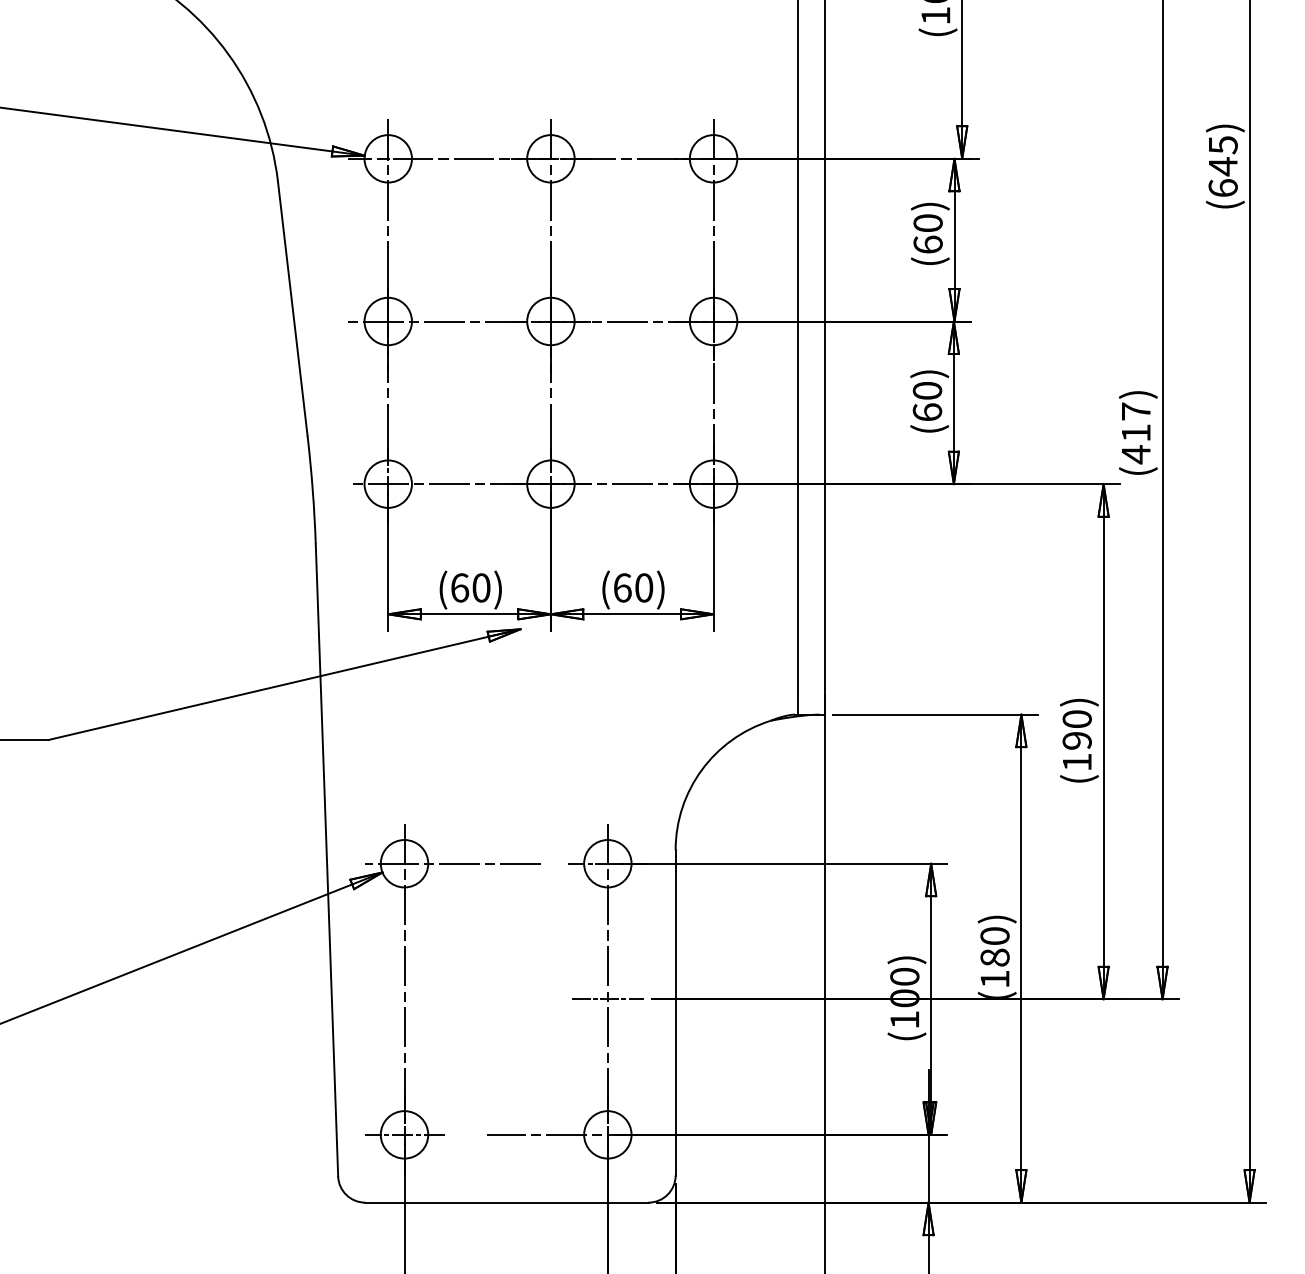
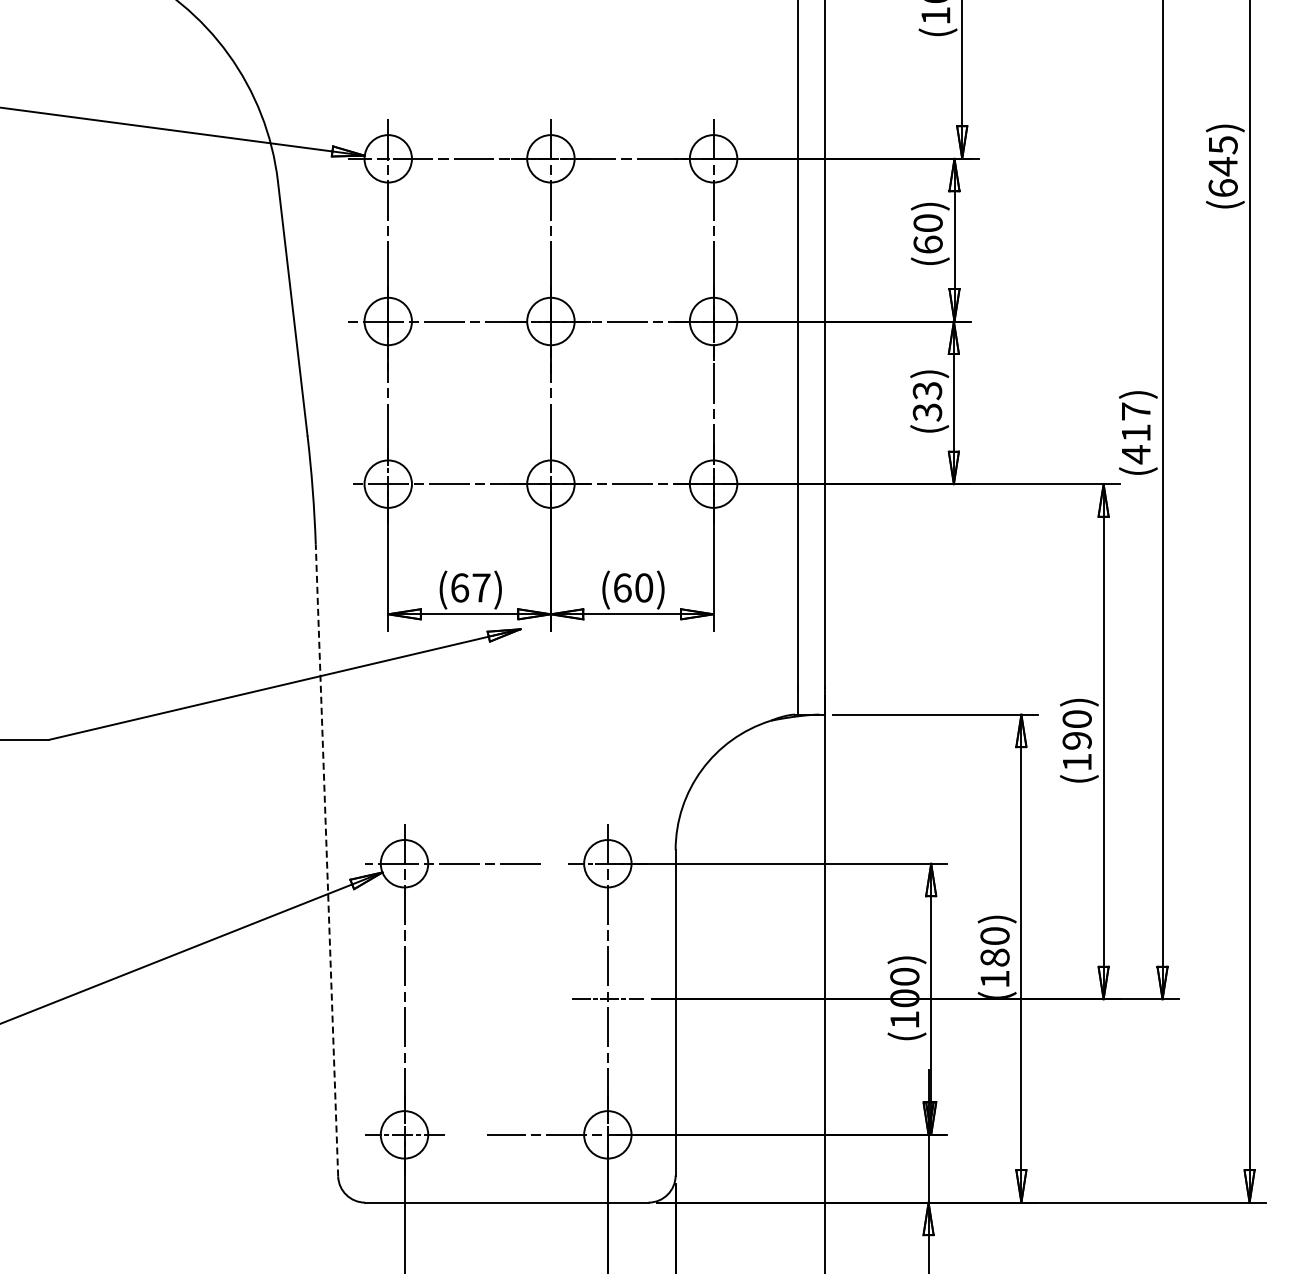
text at (927, 401): (60) -> (33)
text at (481, 587): (60) -> (67)
line at (326, 859): solid -> dashed
